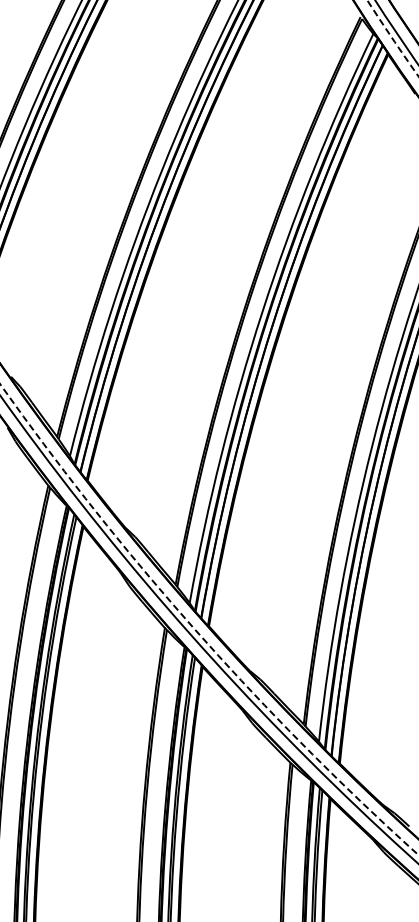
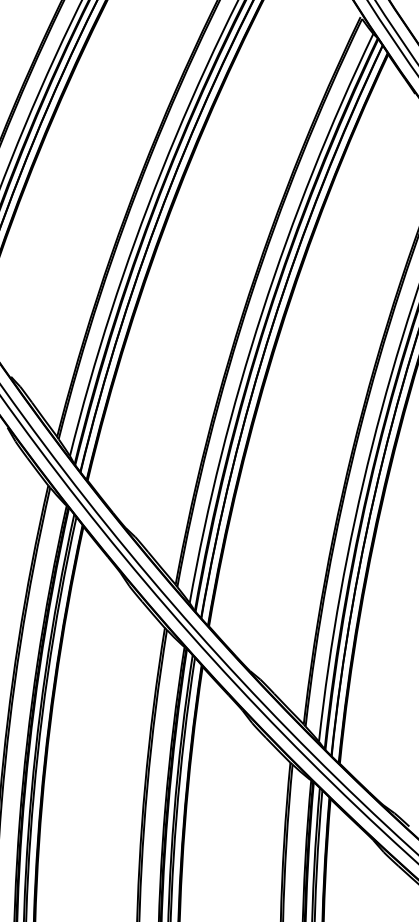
circle at (392, 38): dashed -> solid
circle at (209, 619): dashed -> solid
